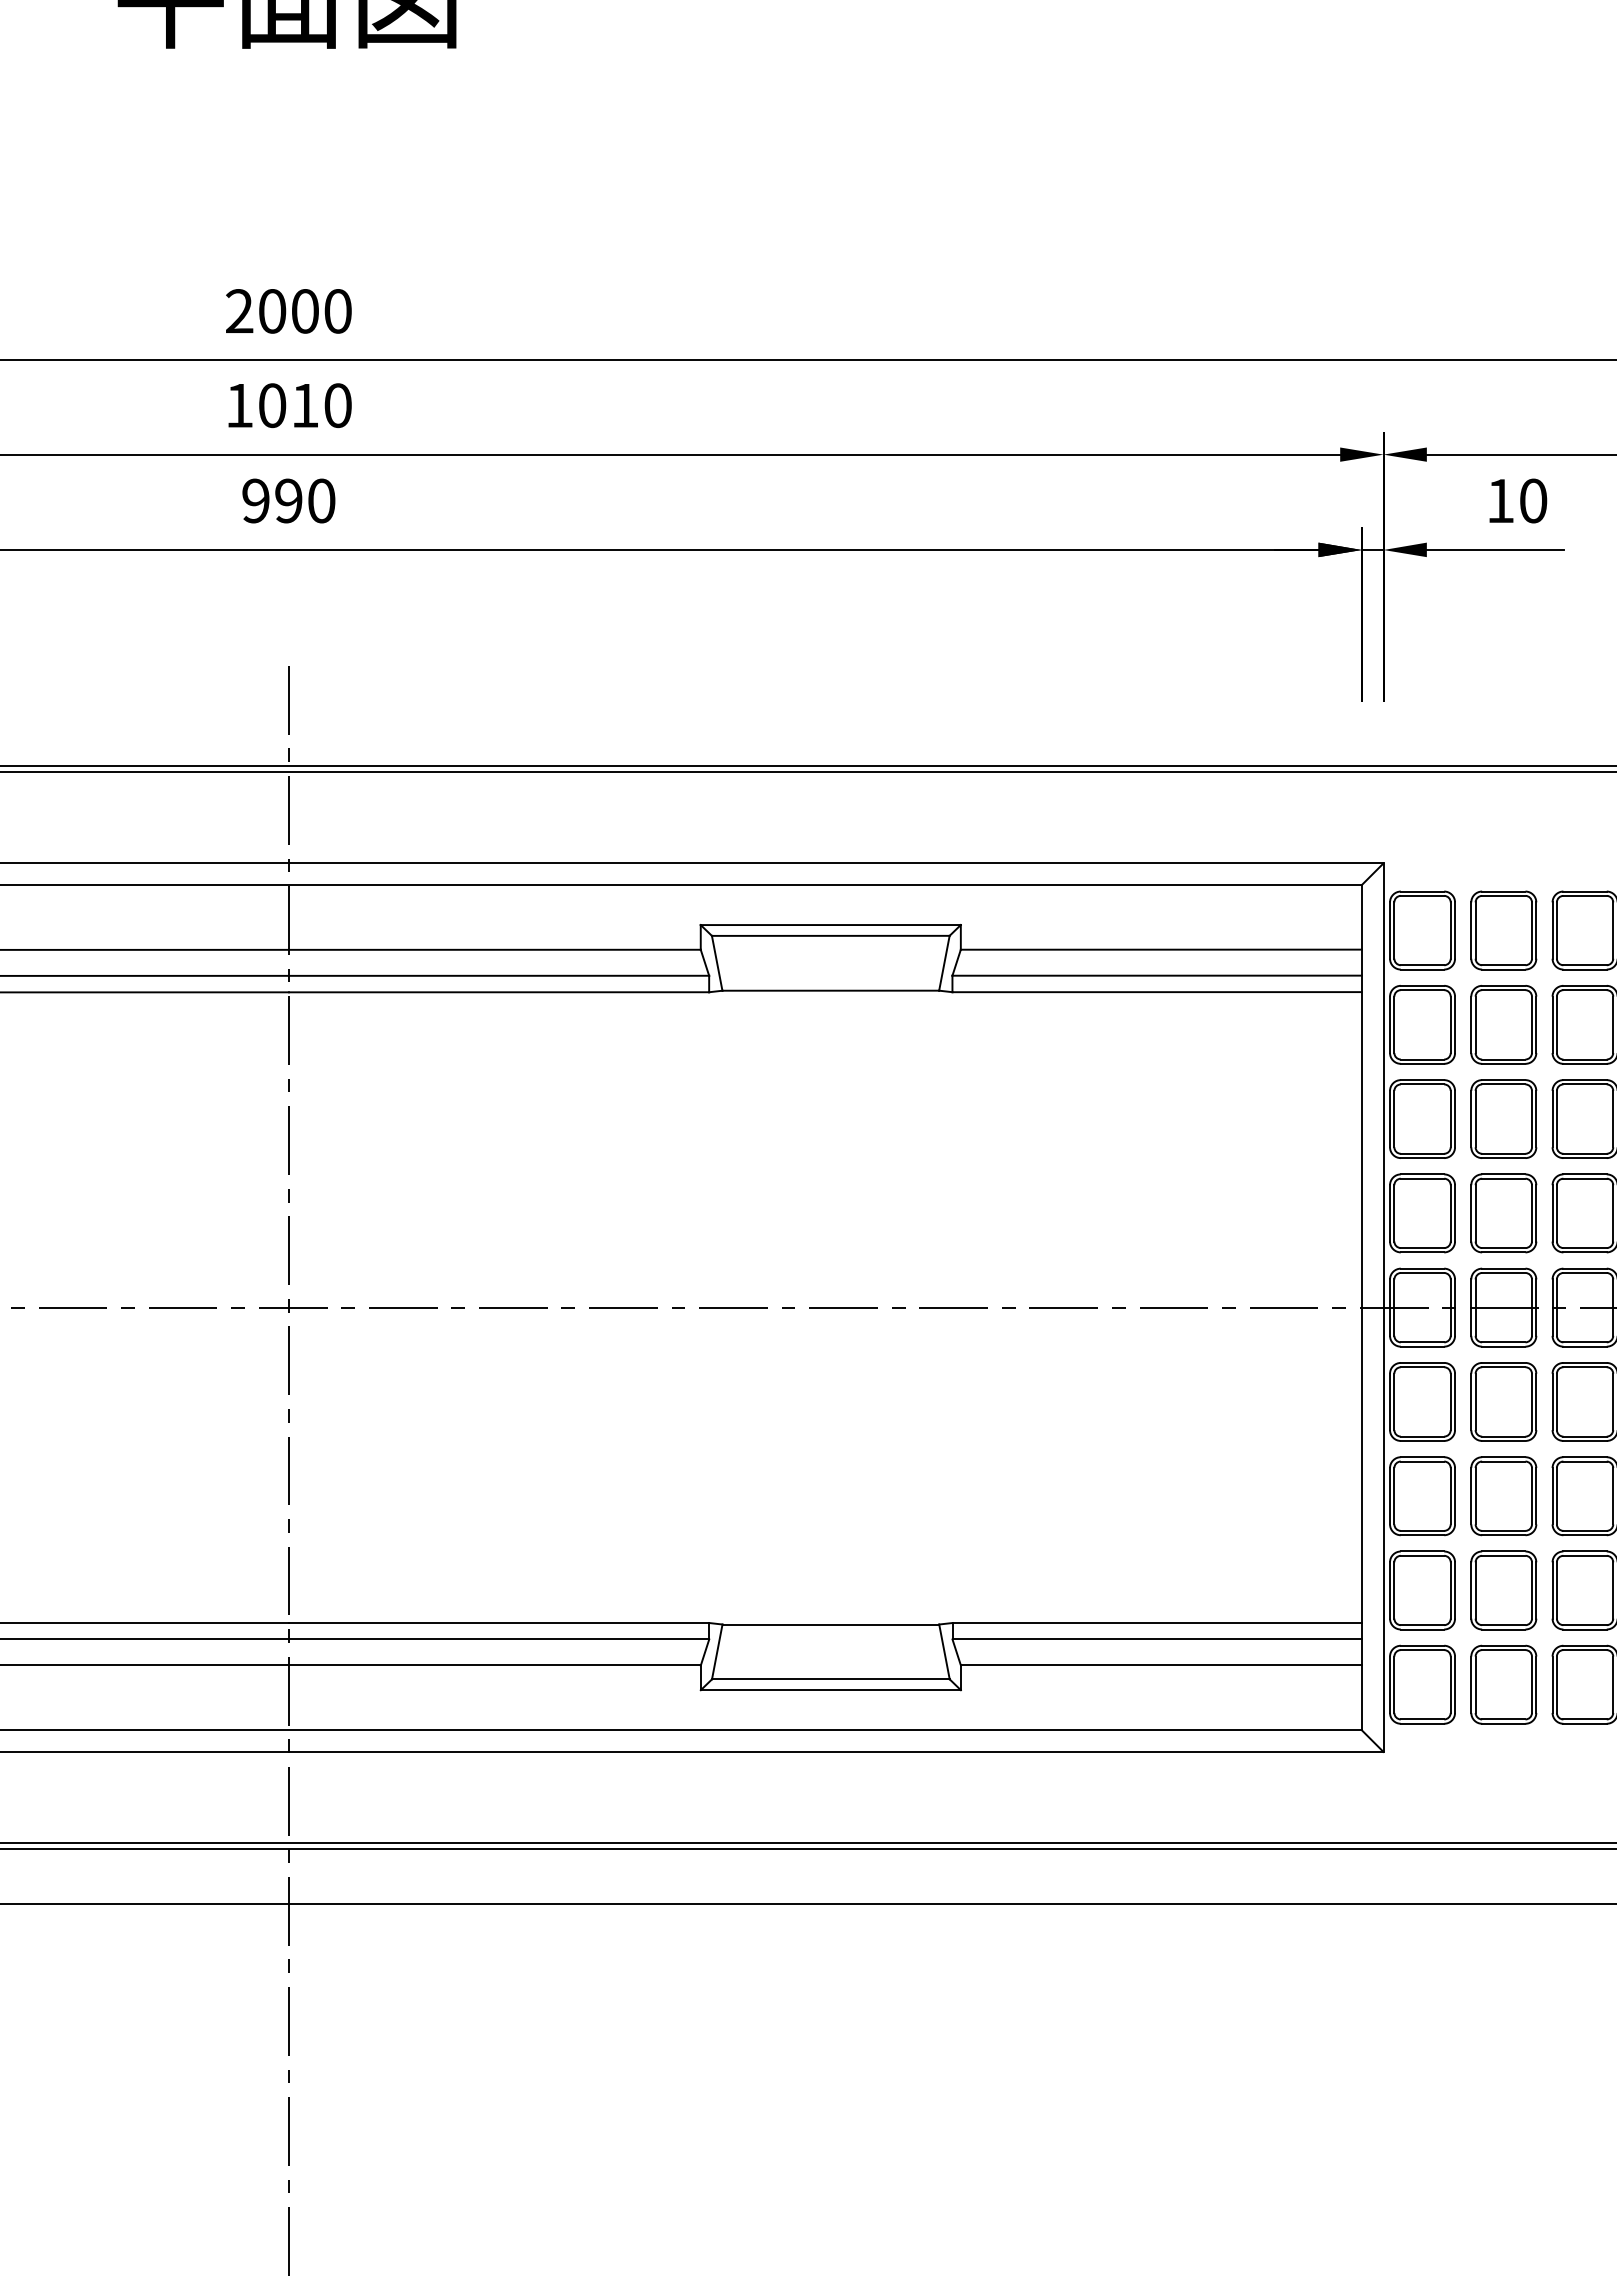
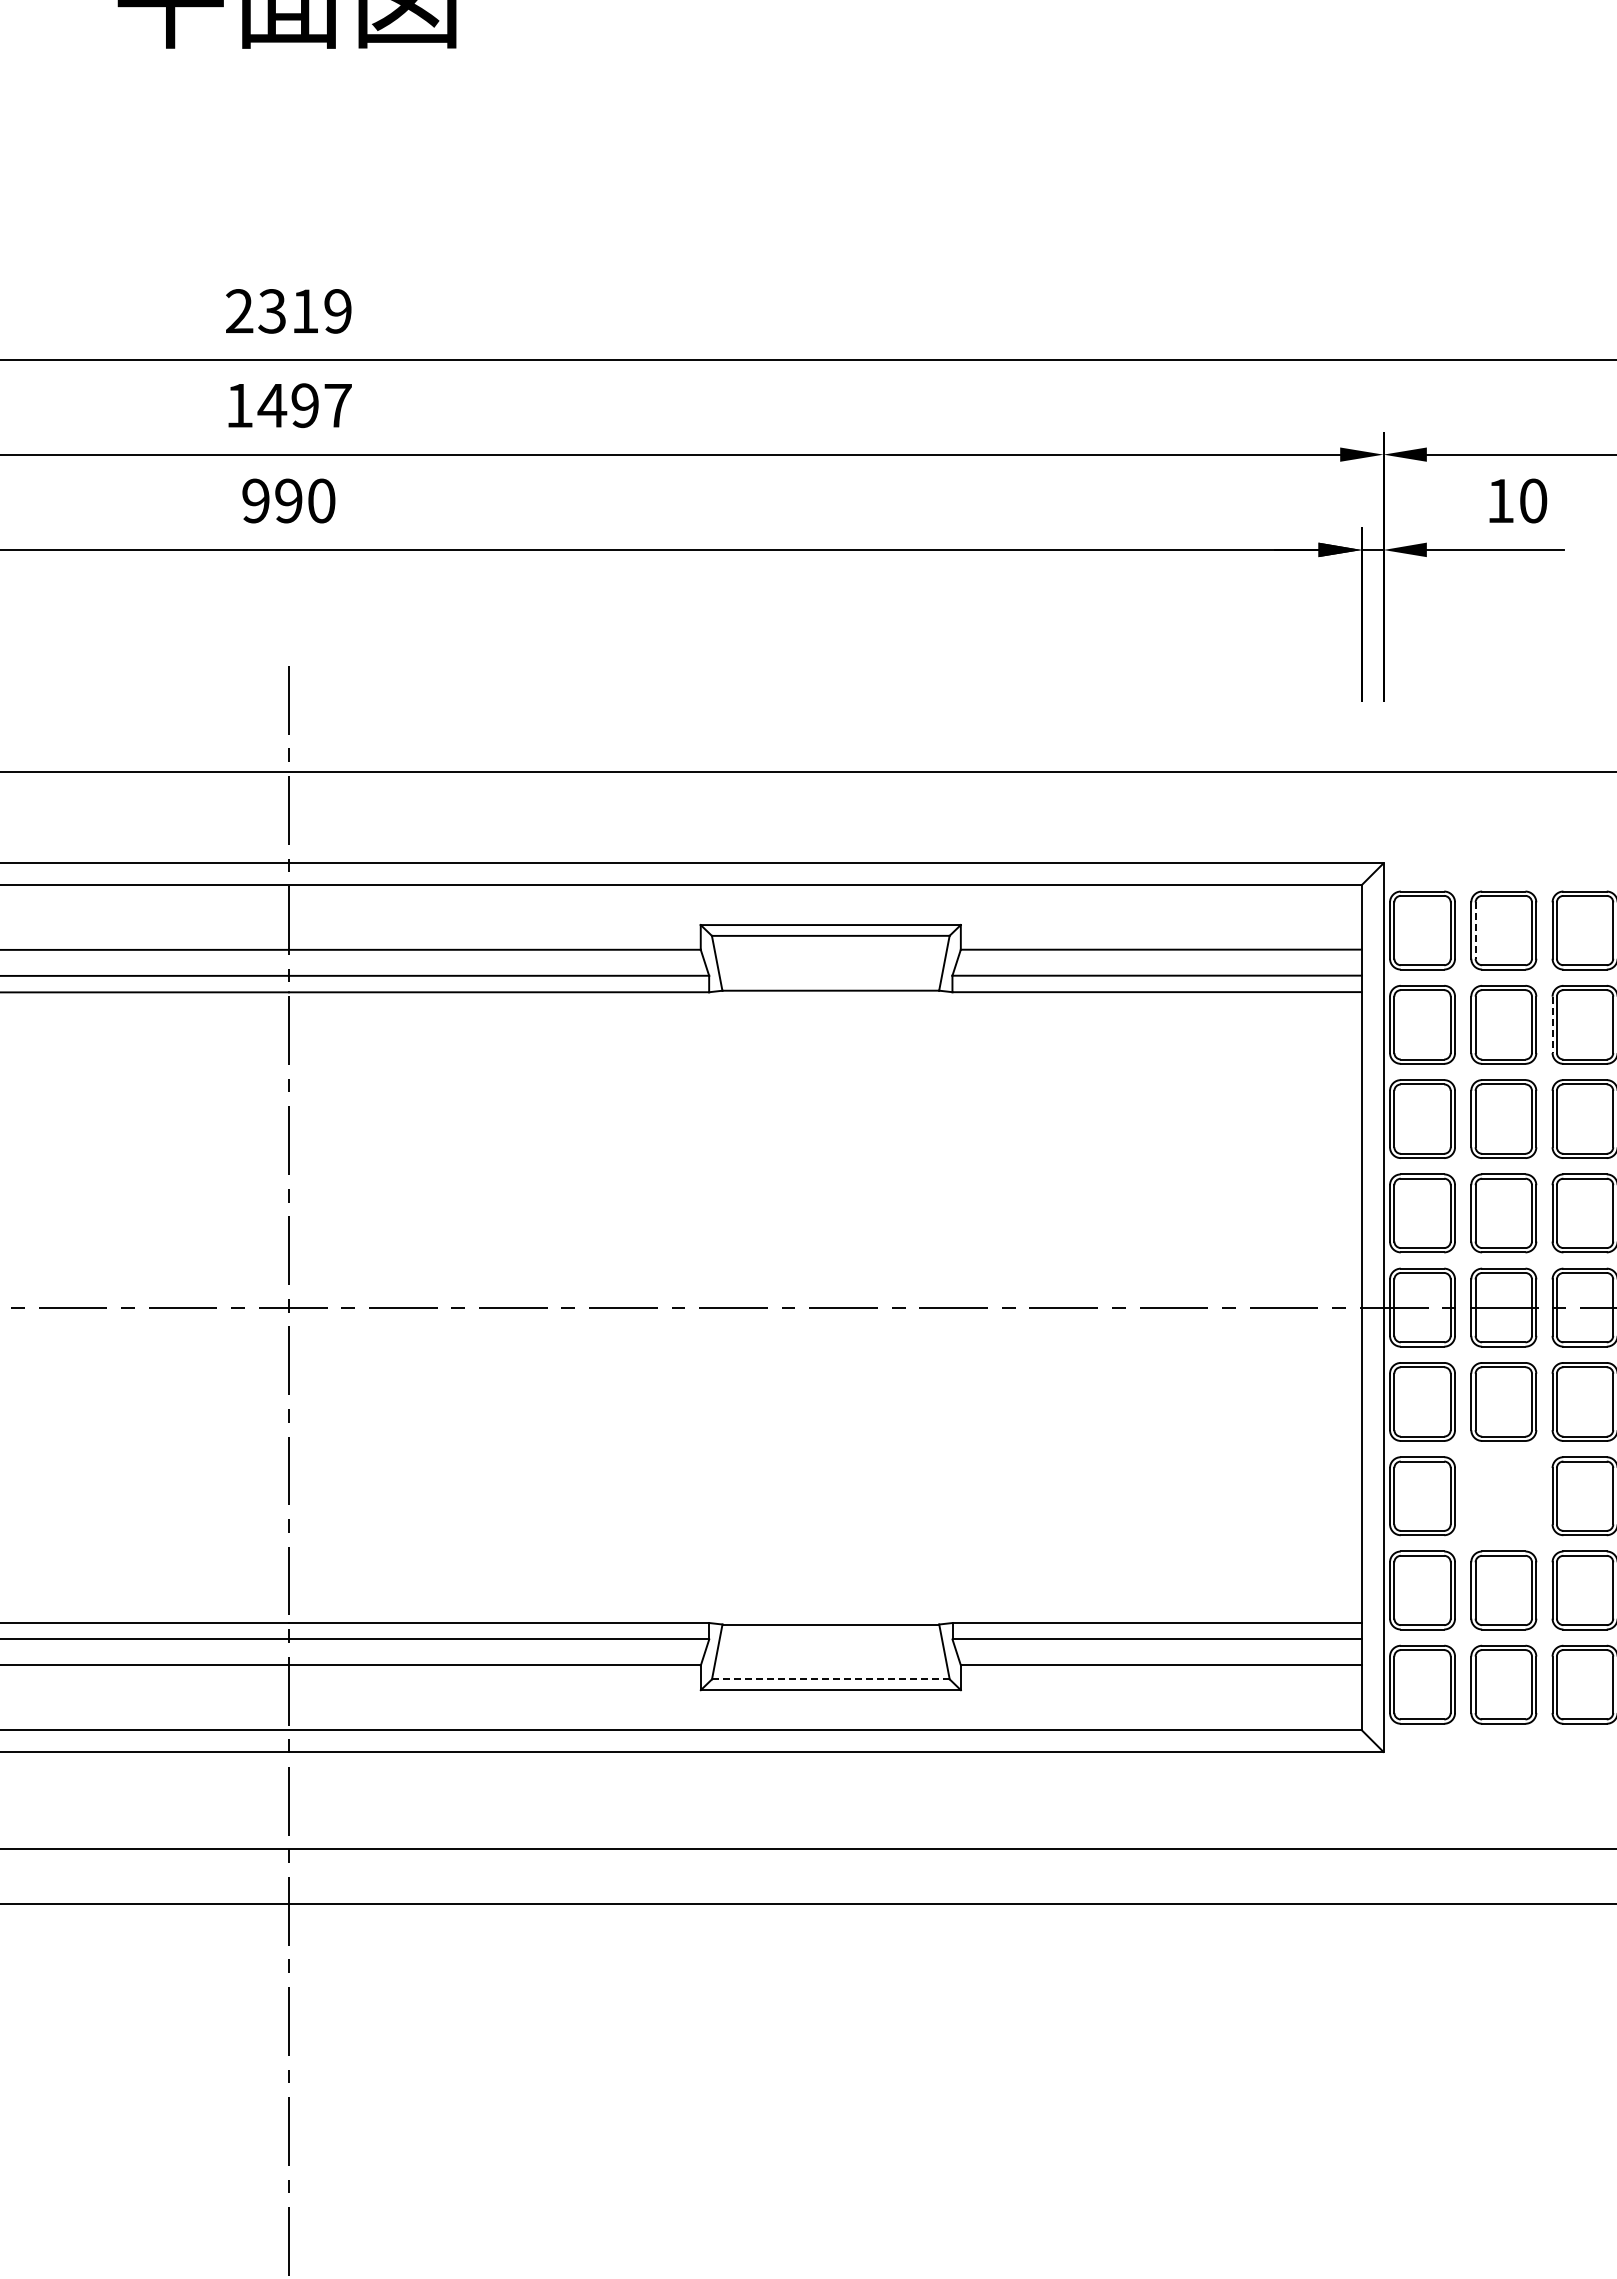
text at (304, 311): 2000 -> 2319
text at (304, 405): 1010 -> 1497
line at (807, 765): present -> none
line at (1475, 931): solid -> dashed
line at (1552, 1025): solid -> dashed
part at (1503, 1496): present -> none
line at (830, 1679): solid -> dashed
line at (807, 1842): present -> none
